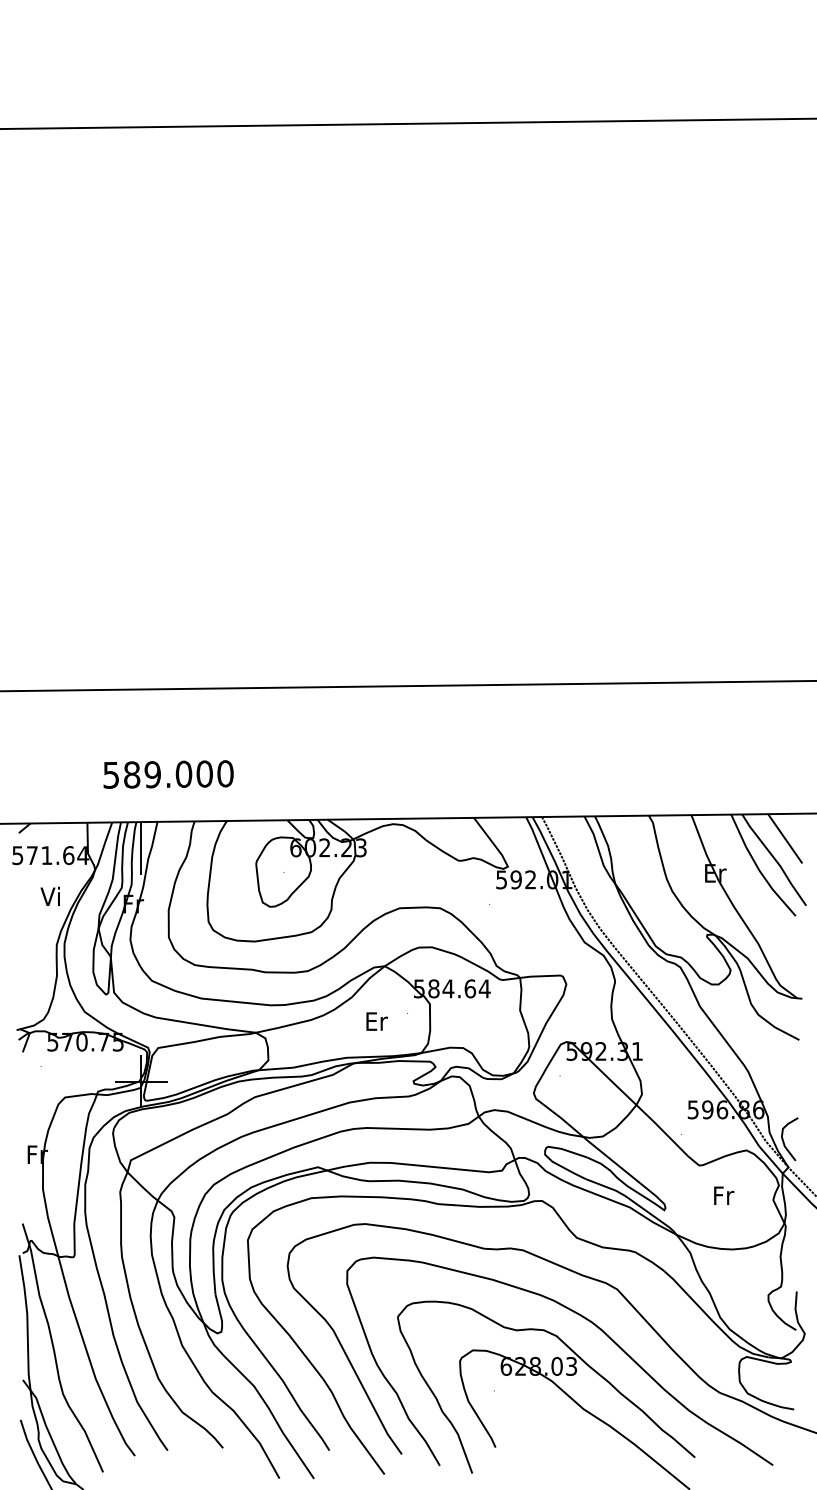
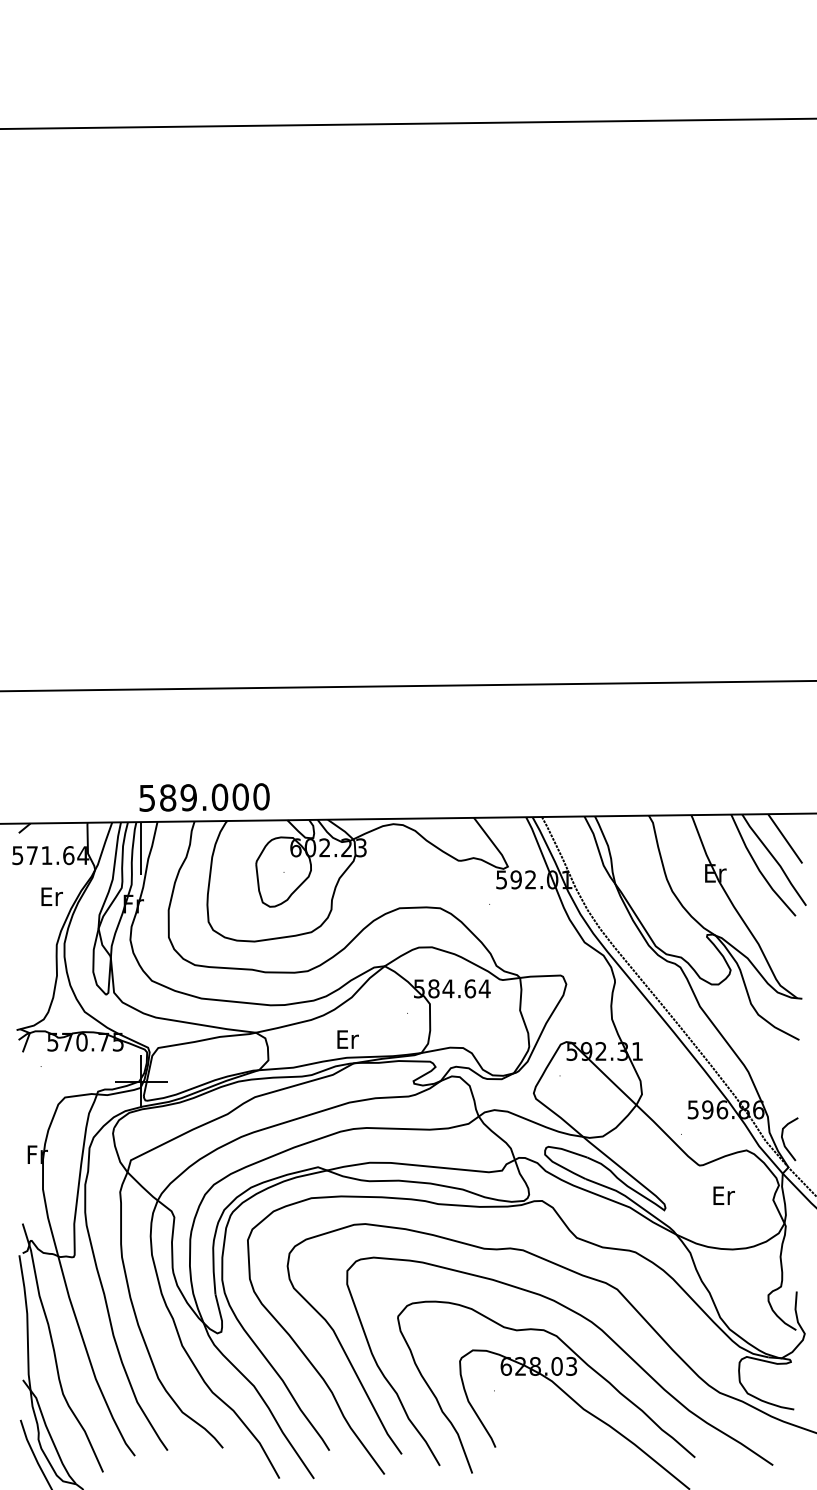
text at (168, 774) position: (168, 774) -> (204, 797)
text at (51, 895): Vi -> Er
text at (376, 1021) position: (376, 1021) -> (347, 1039)
text at (723, 1195): Fr -> Er
